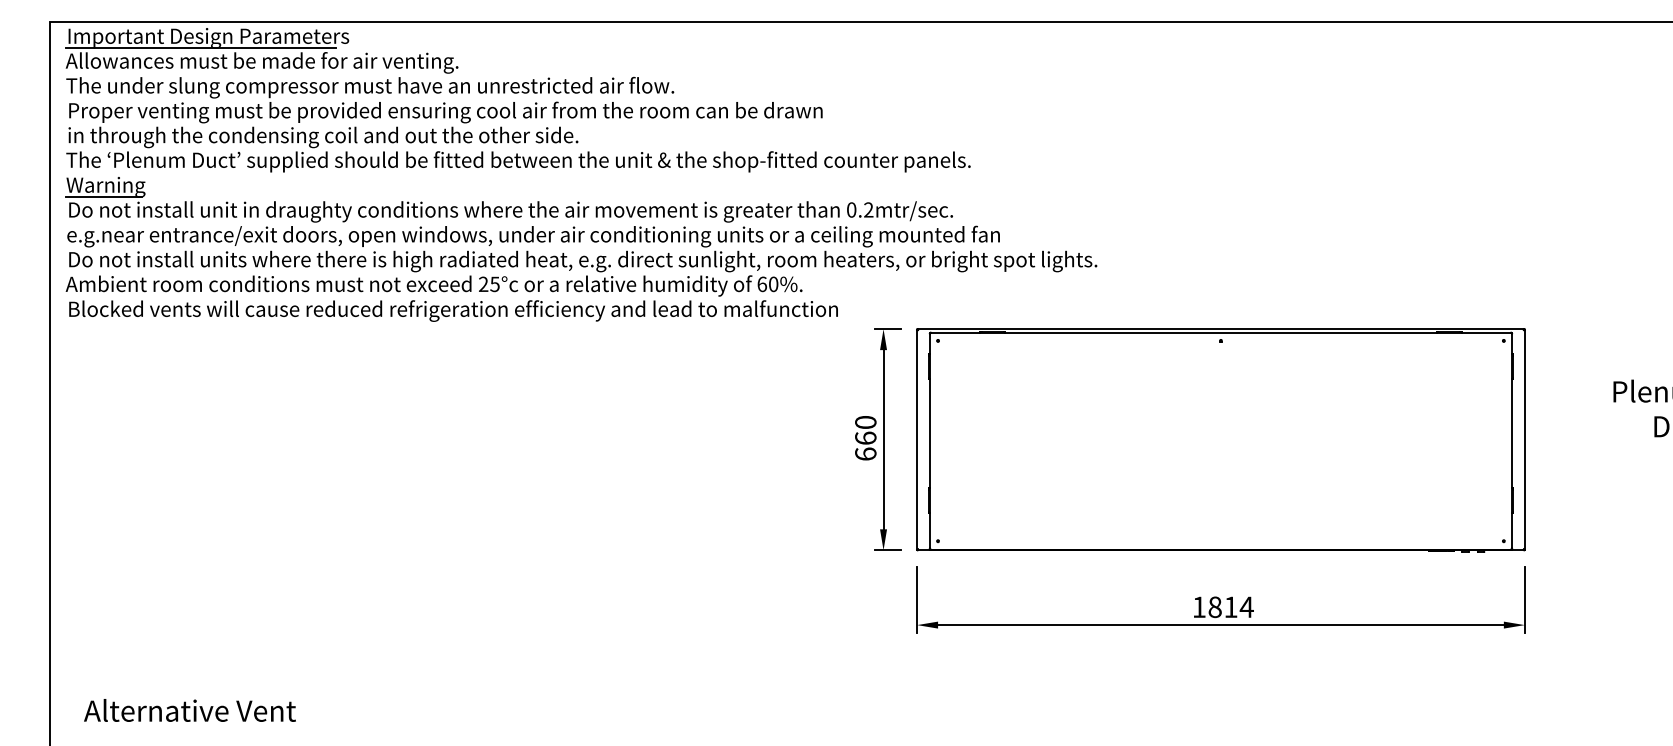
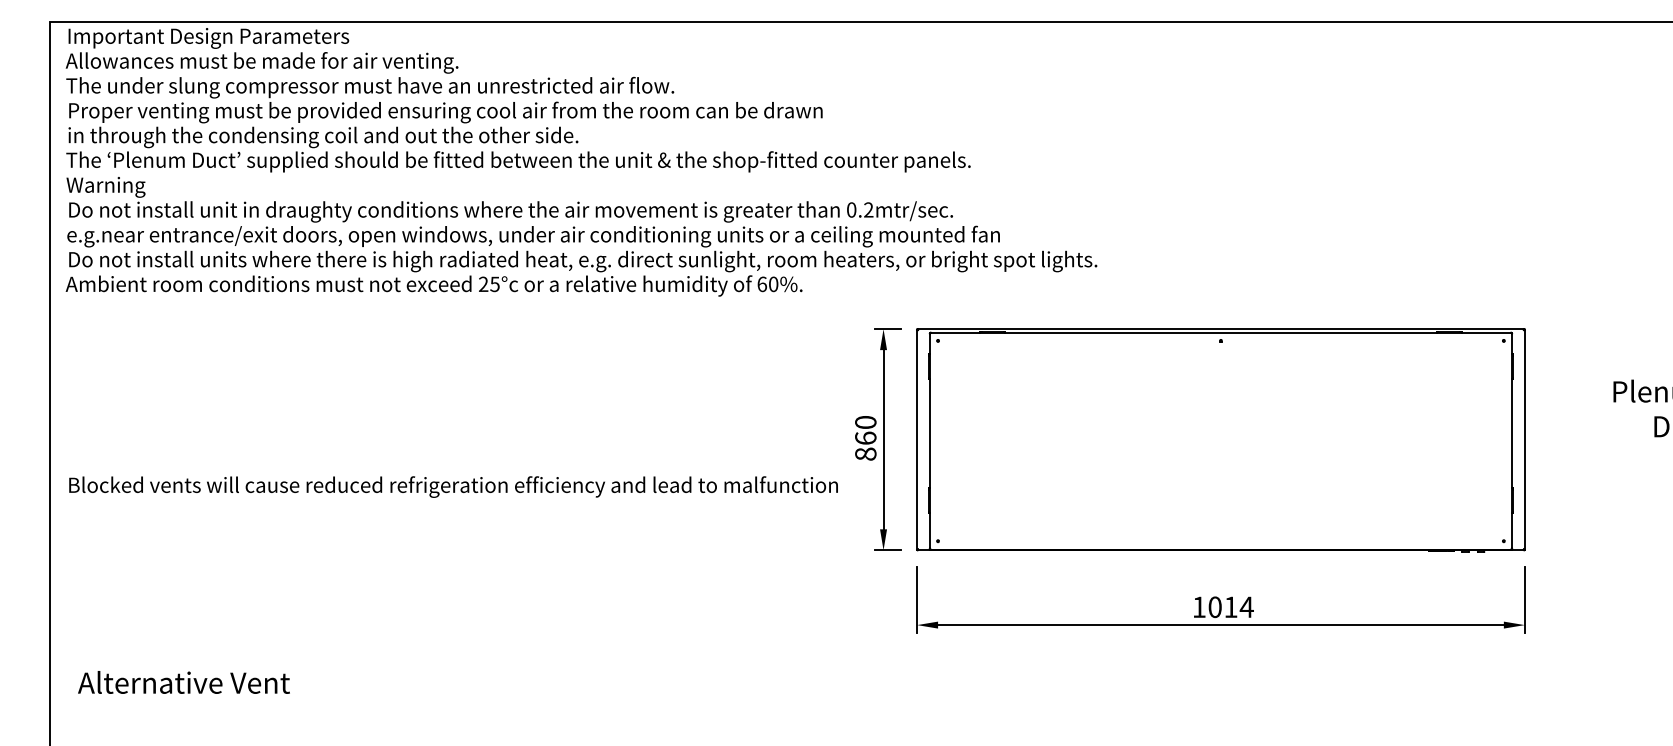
line at (200, 47): present -> none
line at (103, 196): present -> none
text at (453, 310) position: (453, 310) -> (453, 486)
text at (865, 453): 660 -> 860
text at (1214, 607): 1814 -> 1014
text at (189, 710) position: (189, 710) -> (183, 682)
